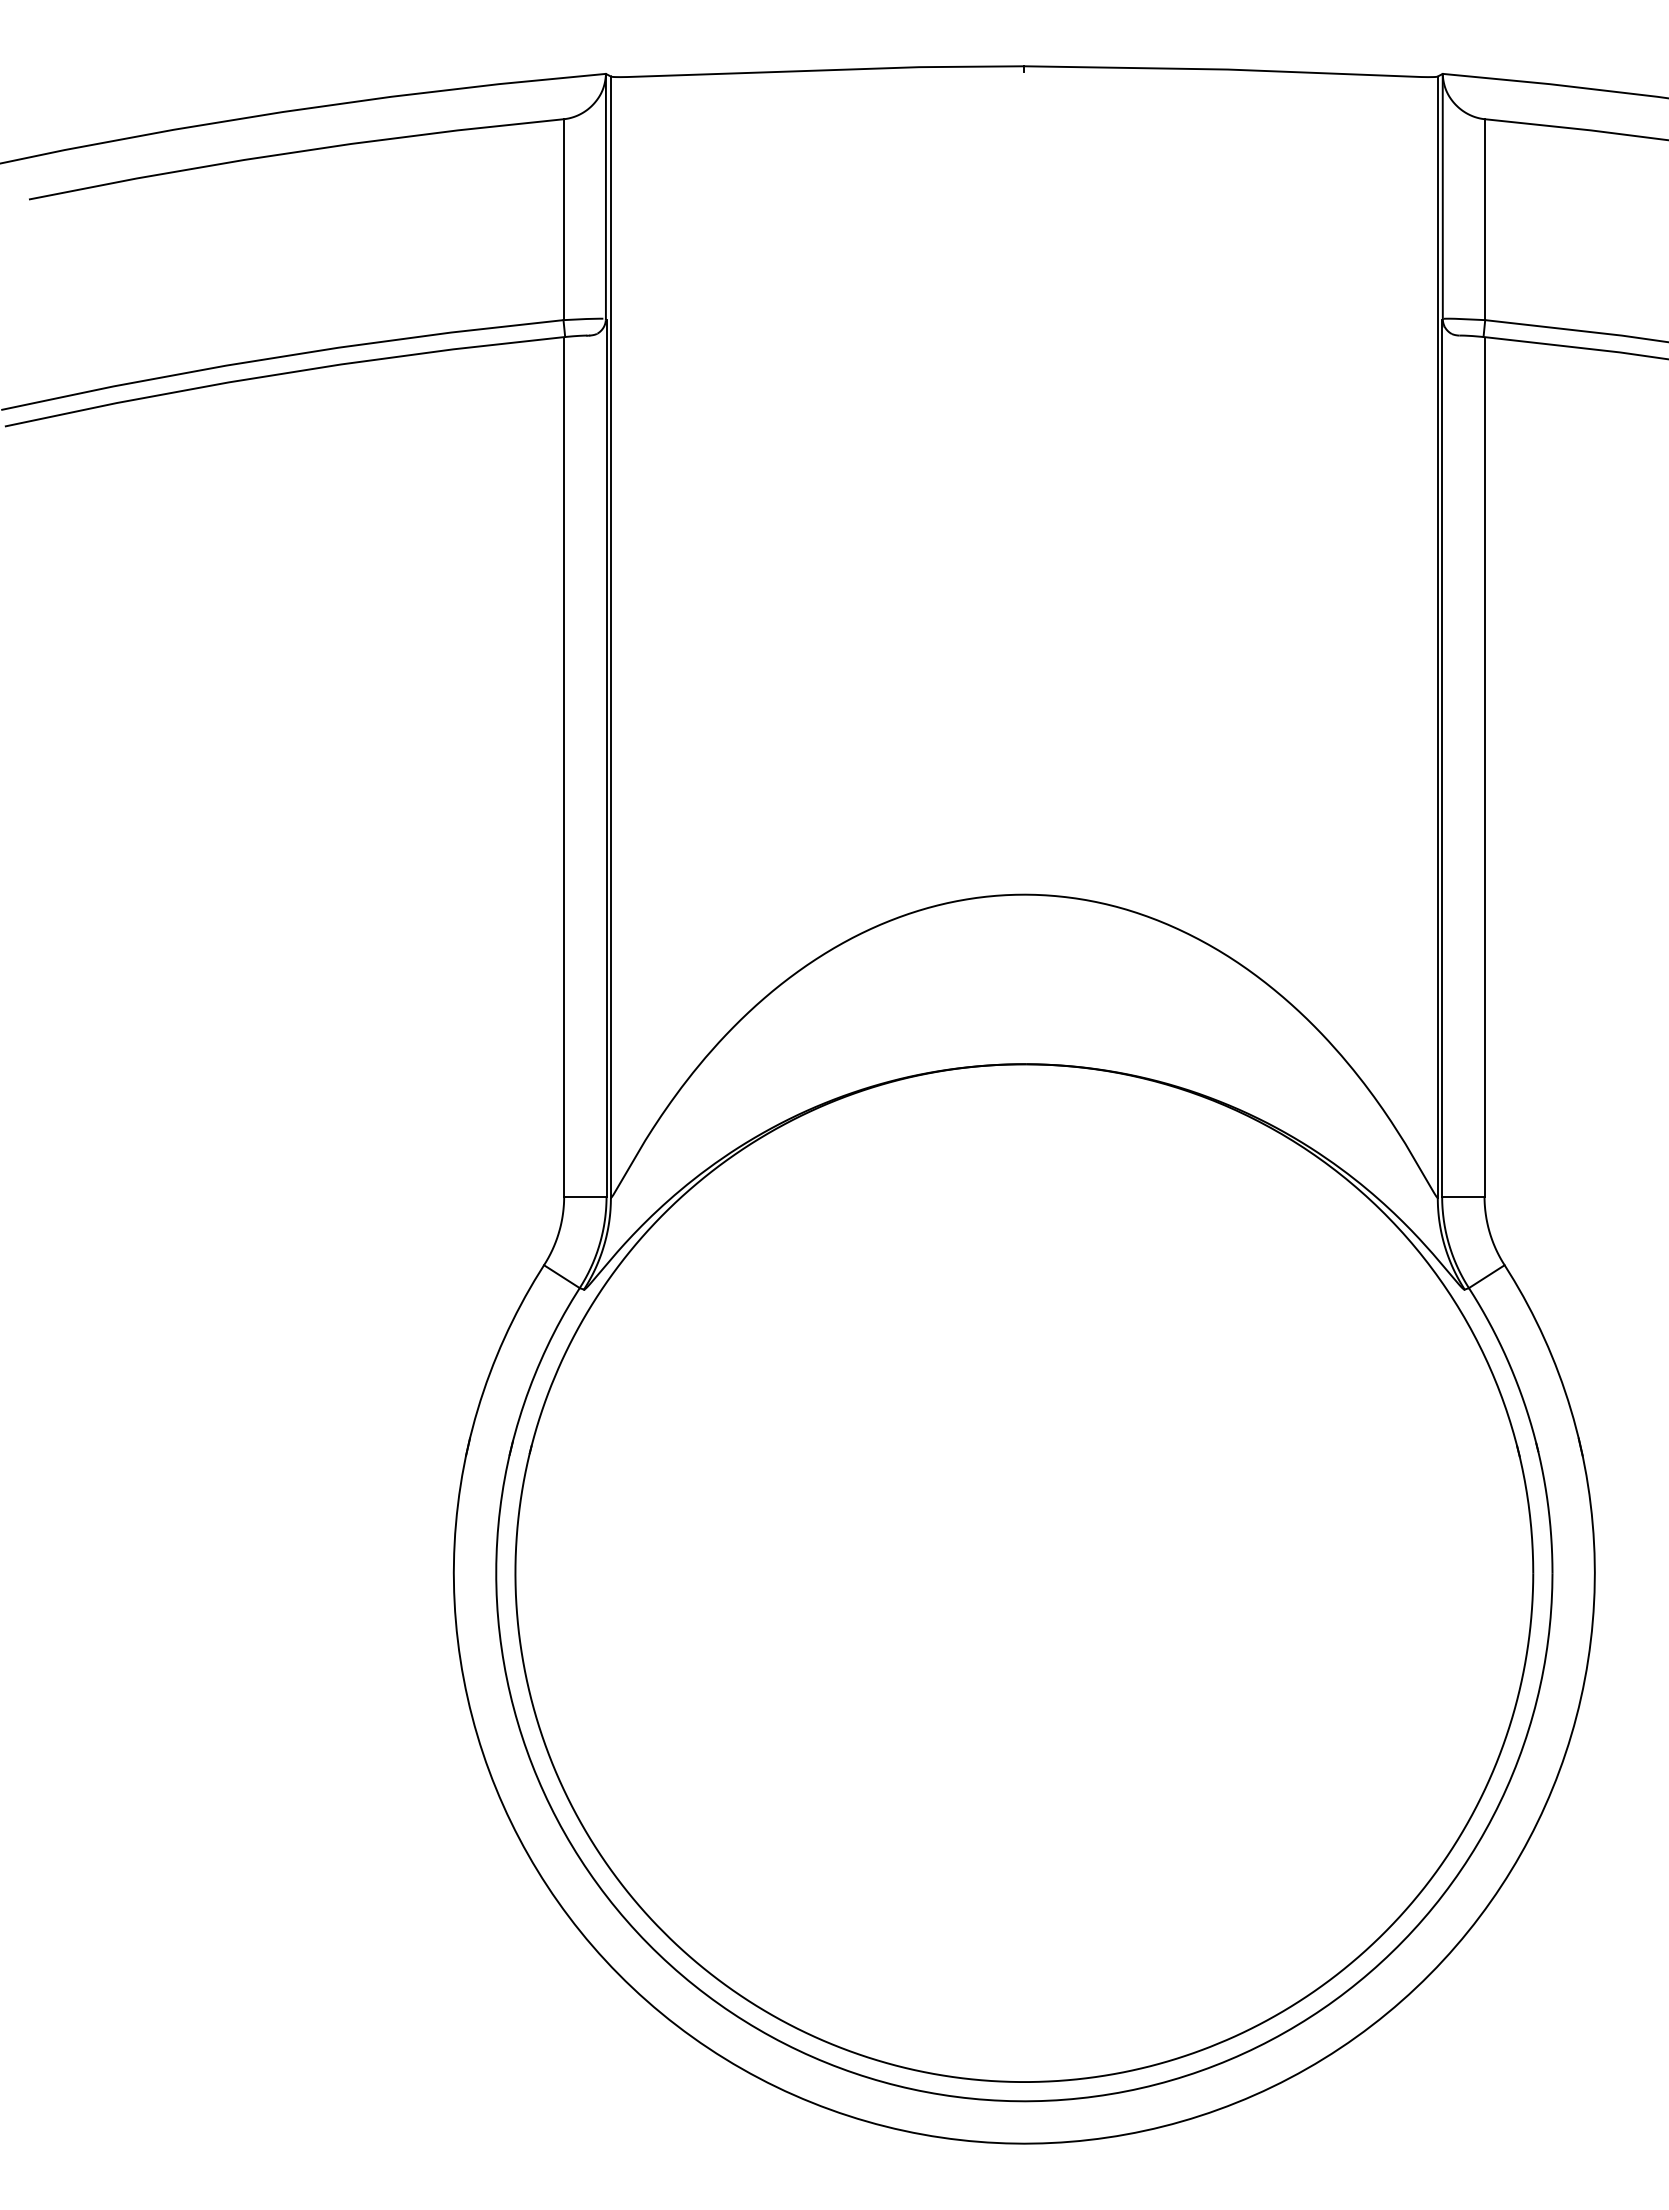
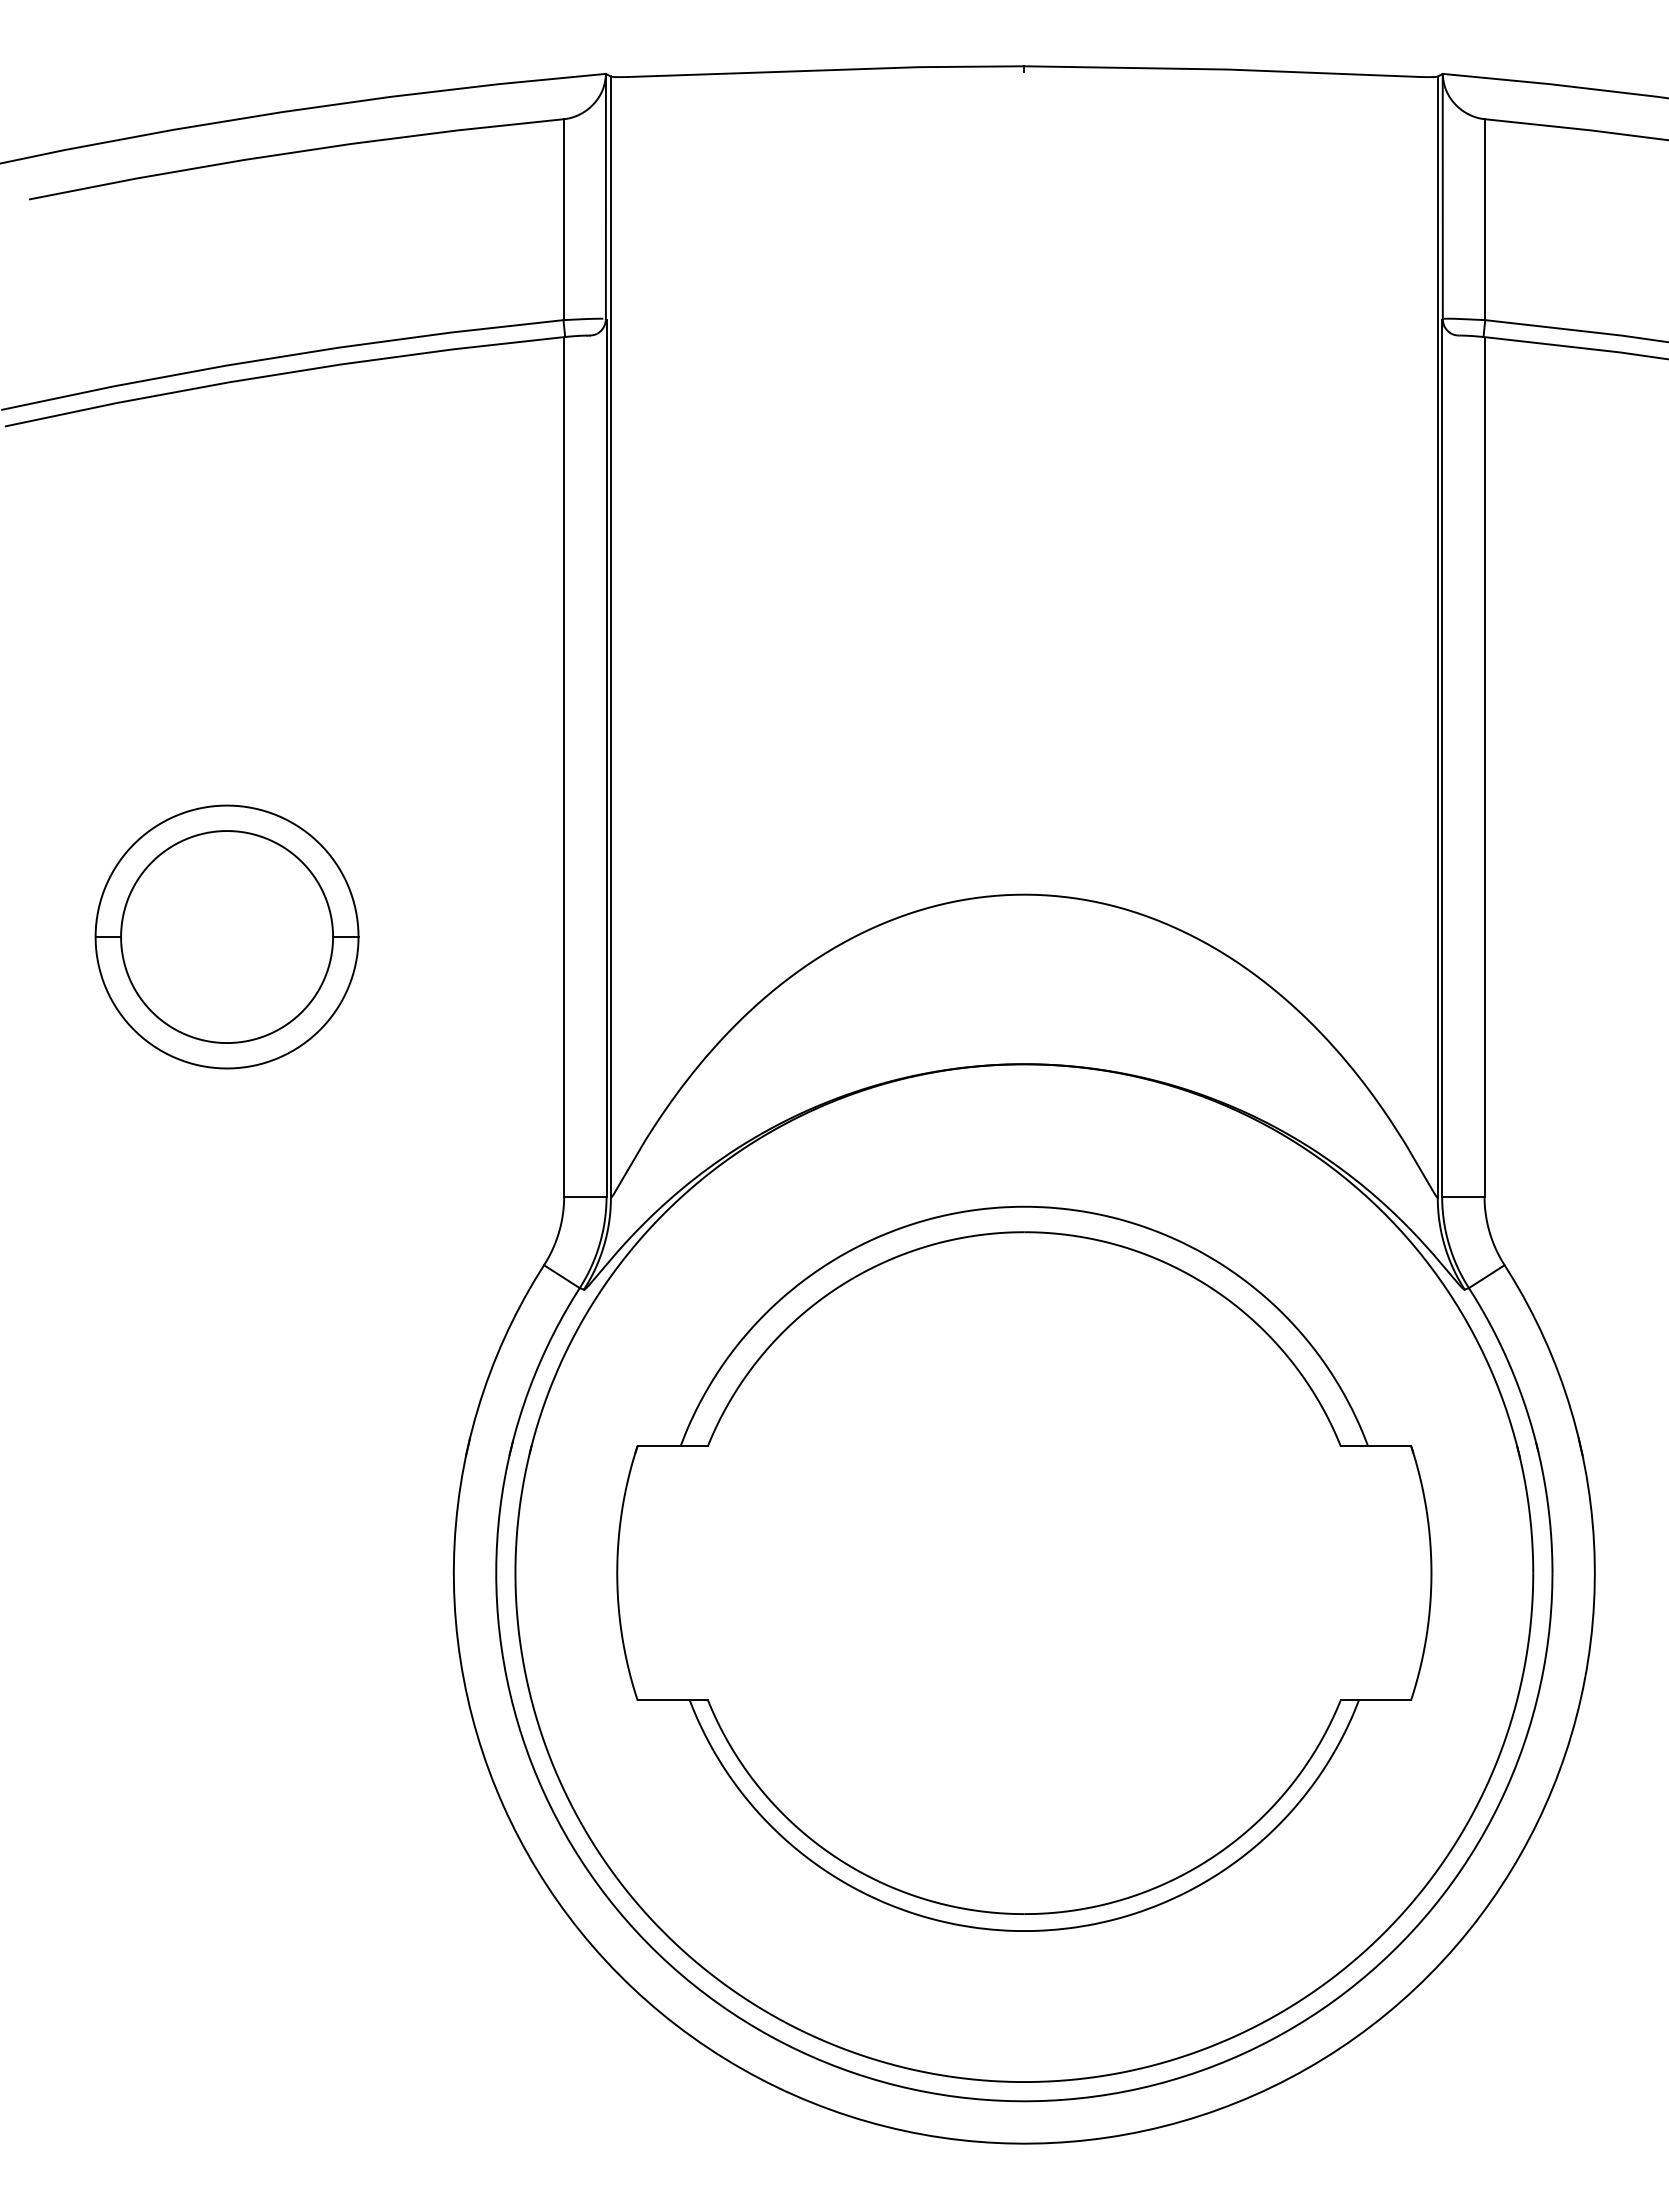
part at (226, 936): none -> present
part at (1024, 1568): none -> present
